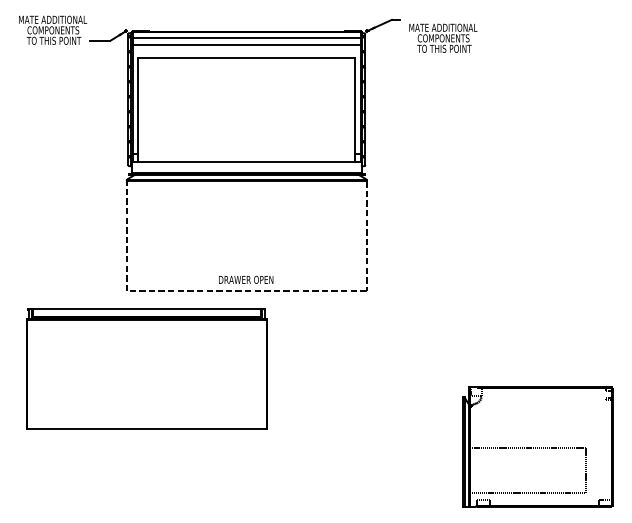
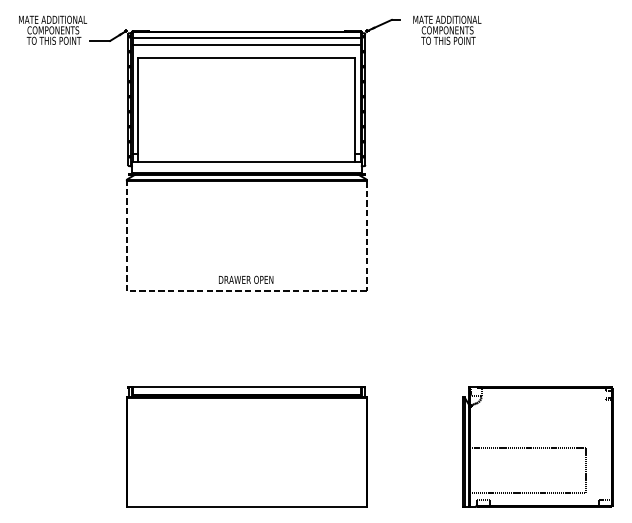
text at (443, 37) position: (443, 37) -> (447, 29)
part at (146, 368) position: (146, 368) -> (246, 446)
